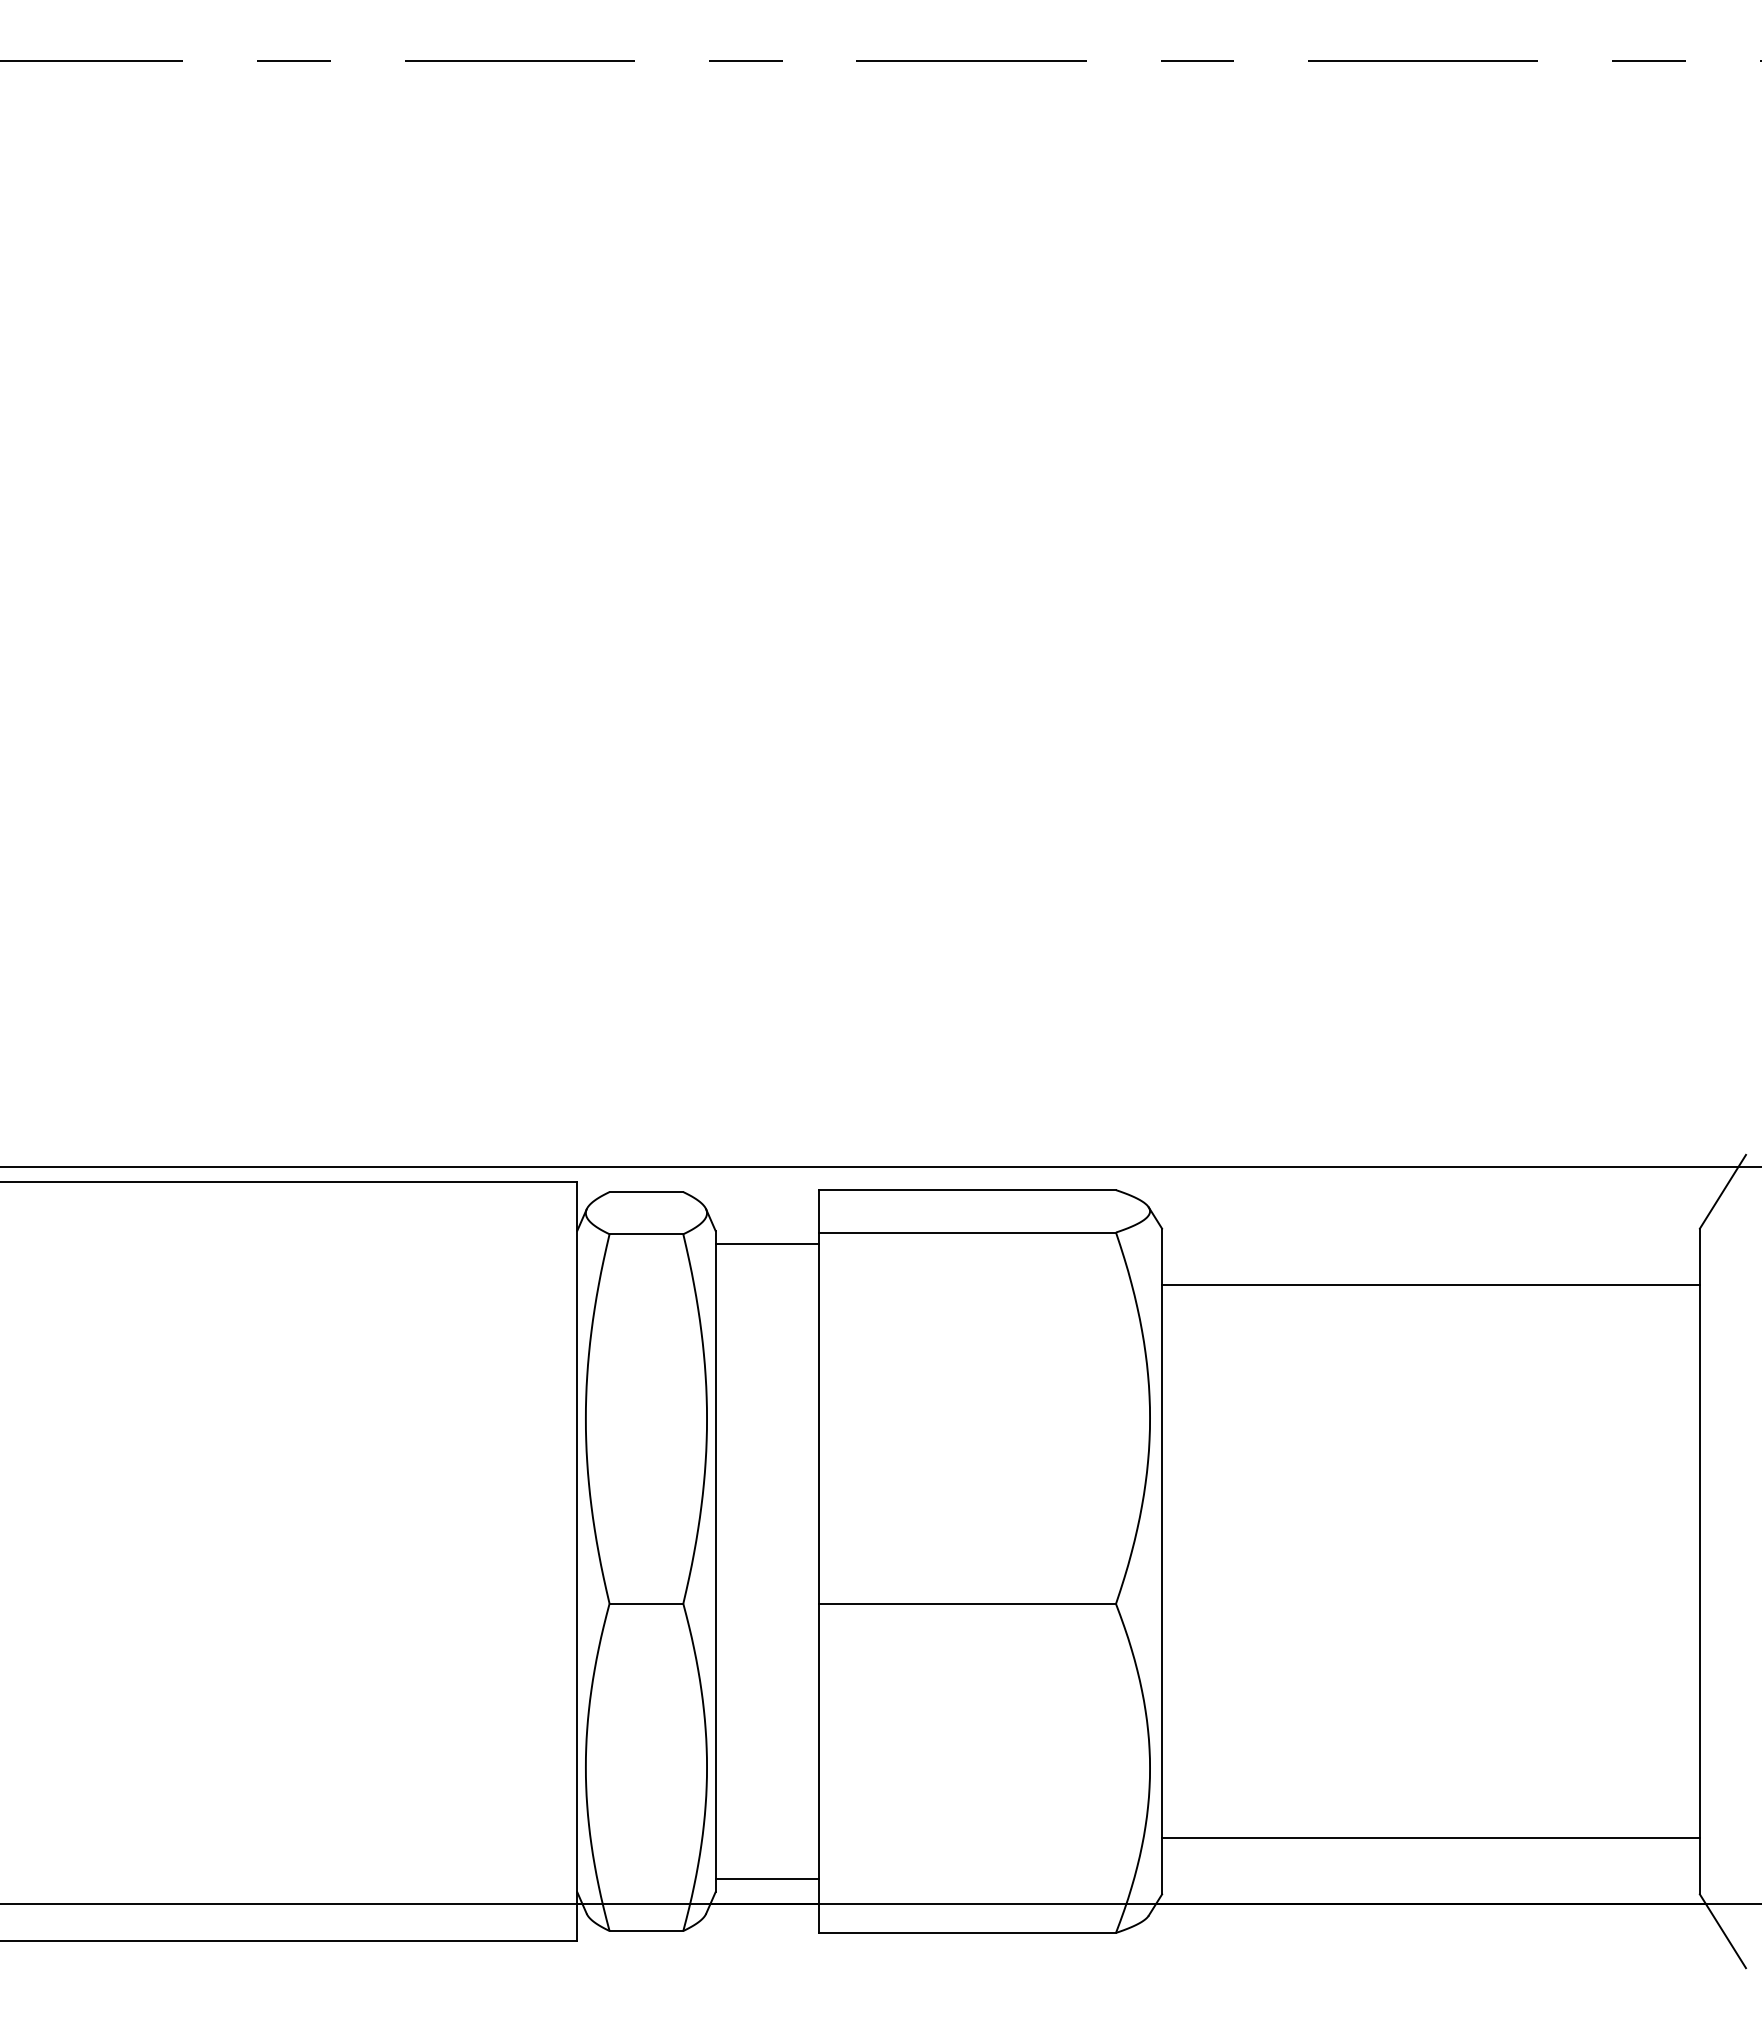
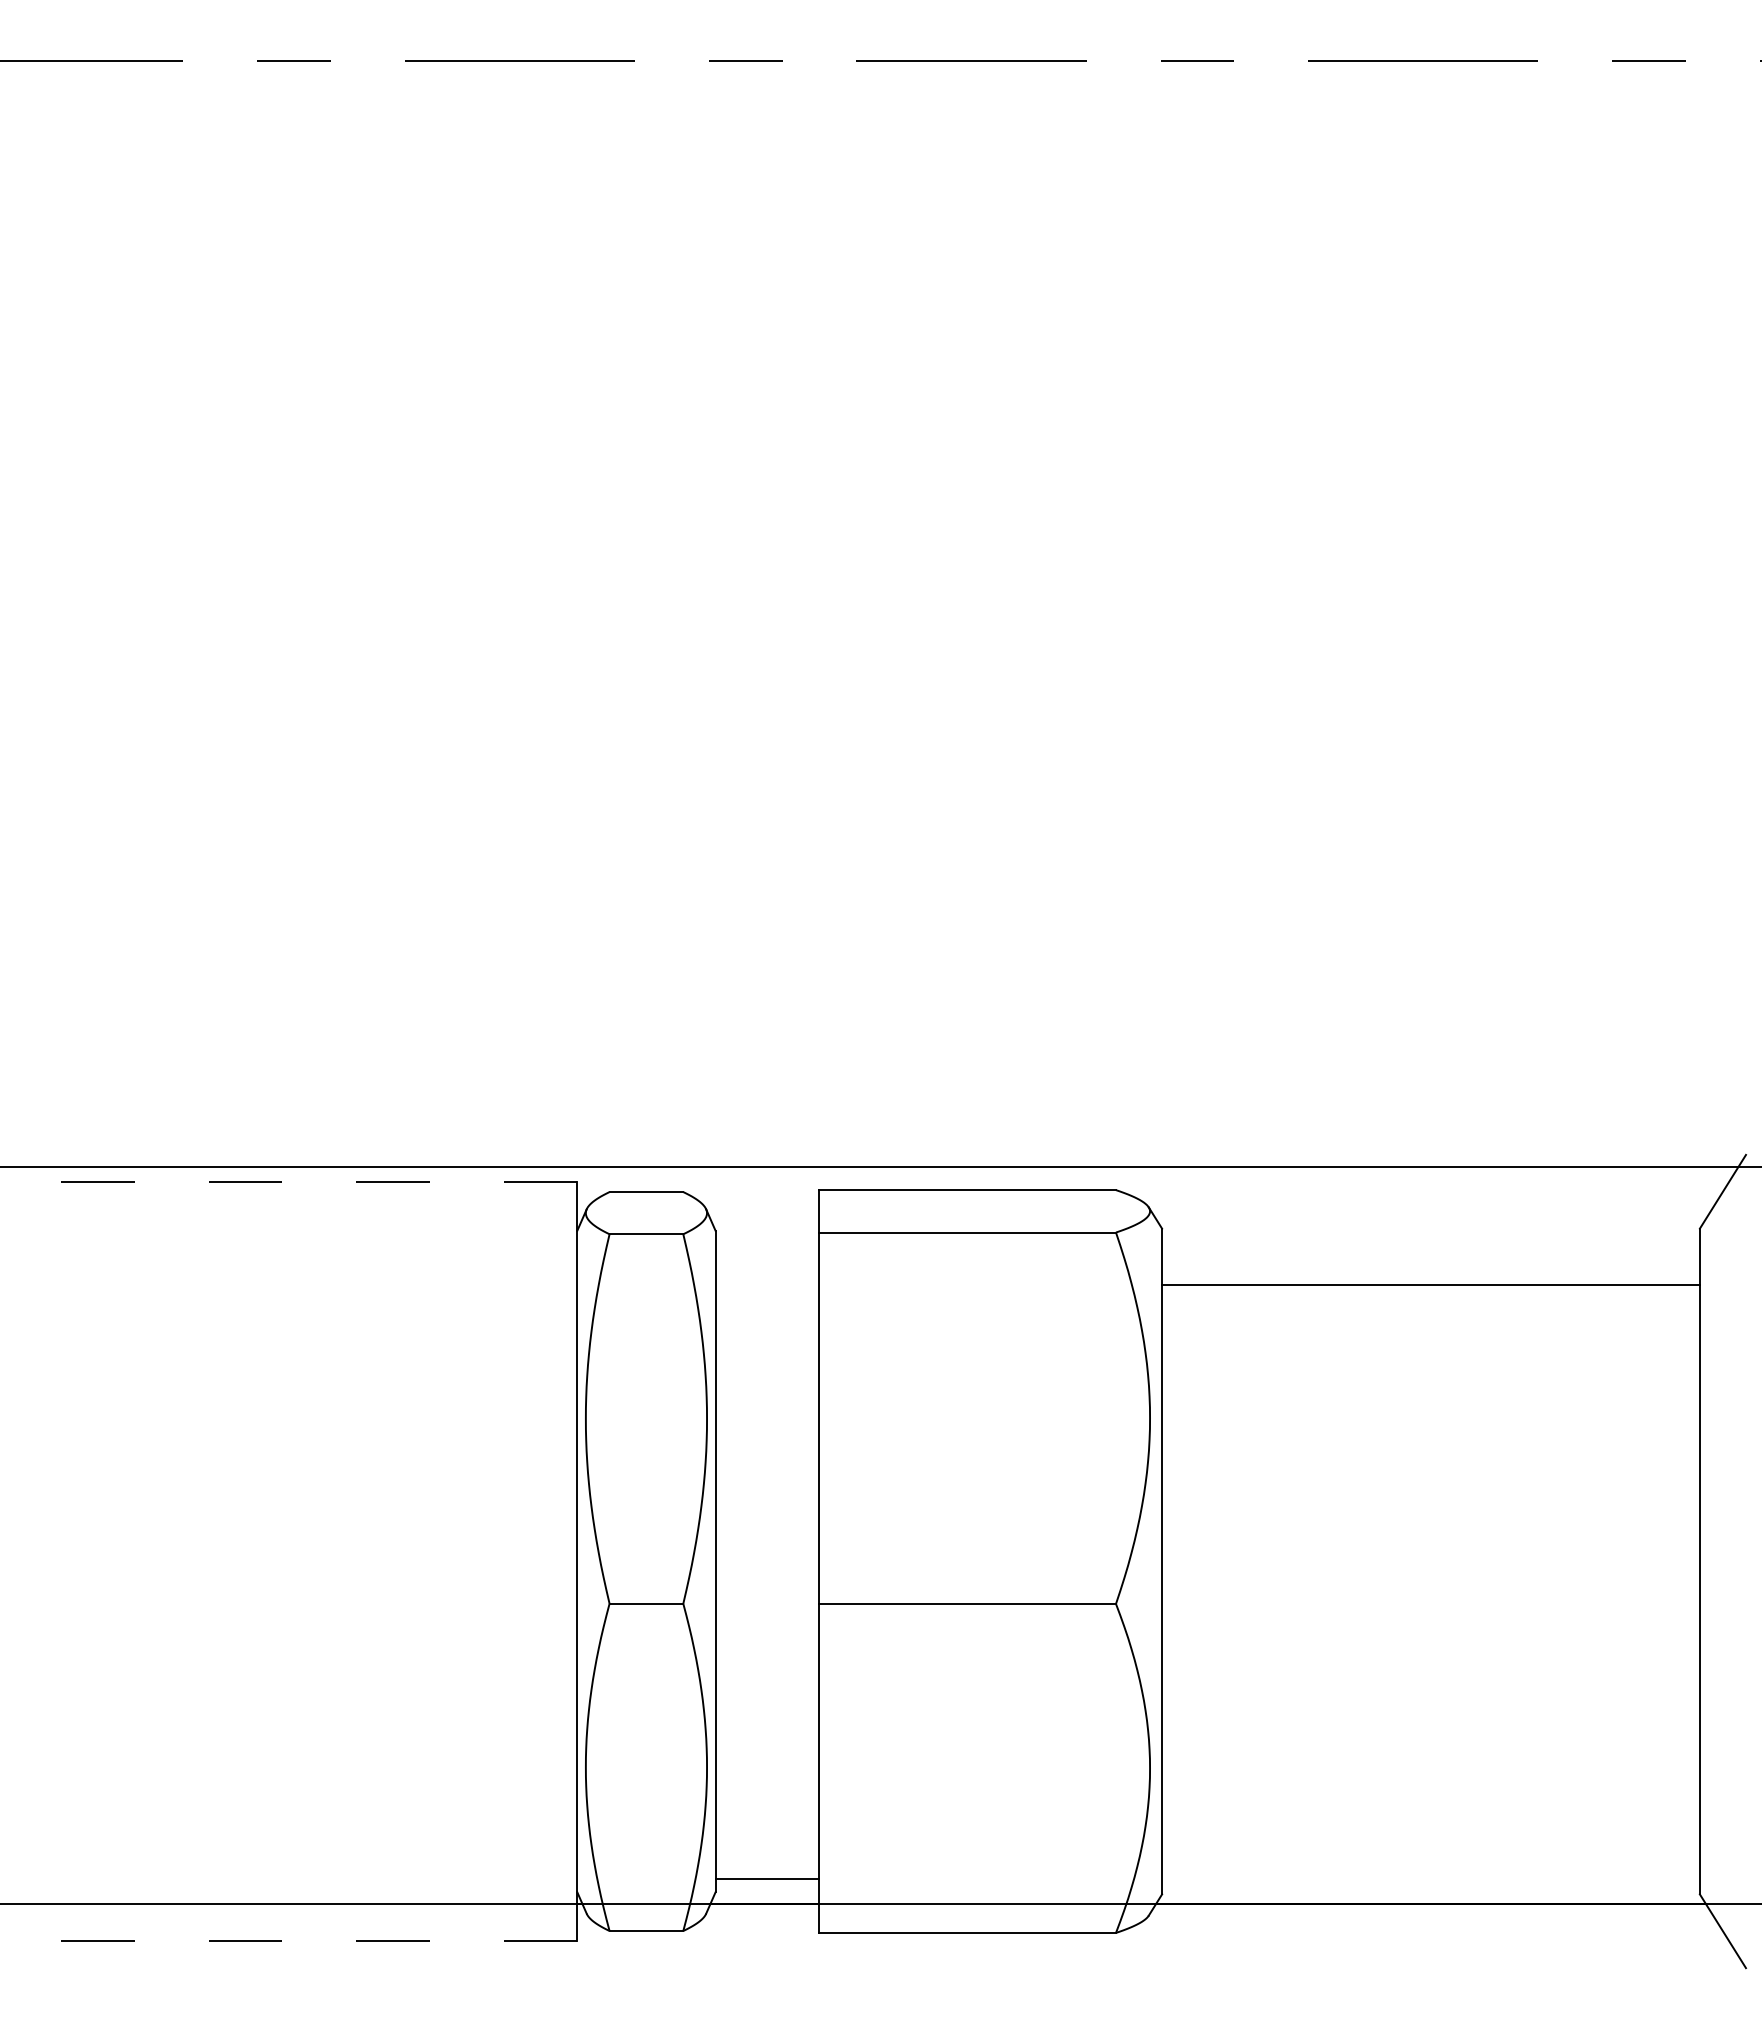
line at (288, 1181): solid -> dashed
line at (767, 1244): present -> none
line at (1430, 1838): present -> none
line at (288, 1941): solid -> dashed
